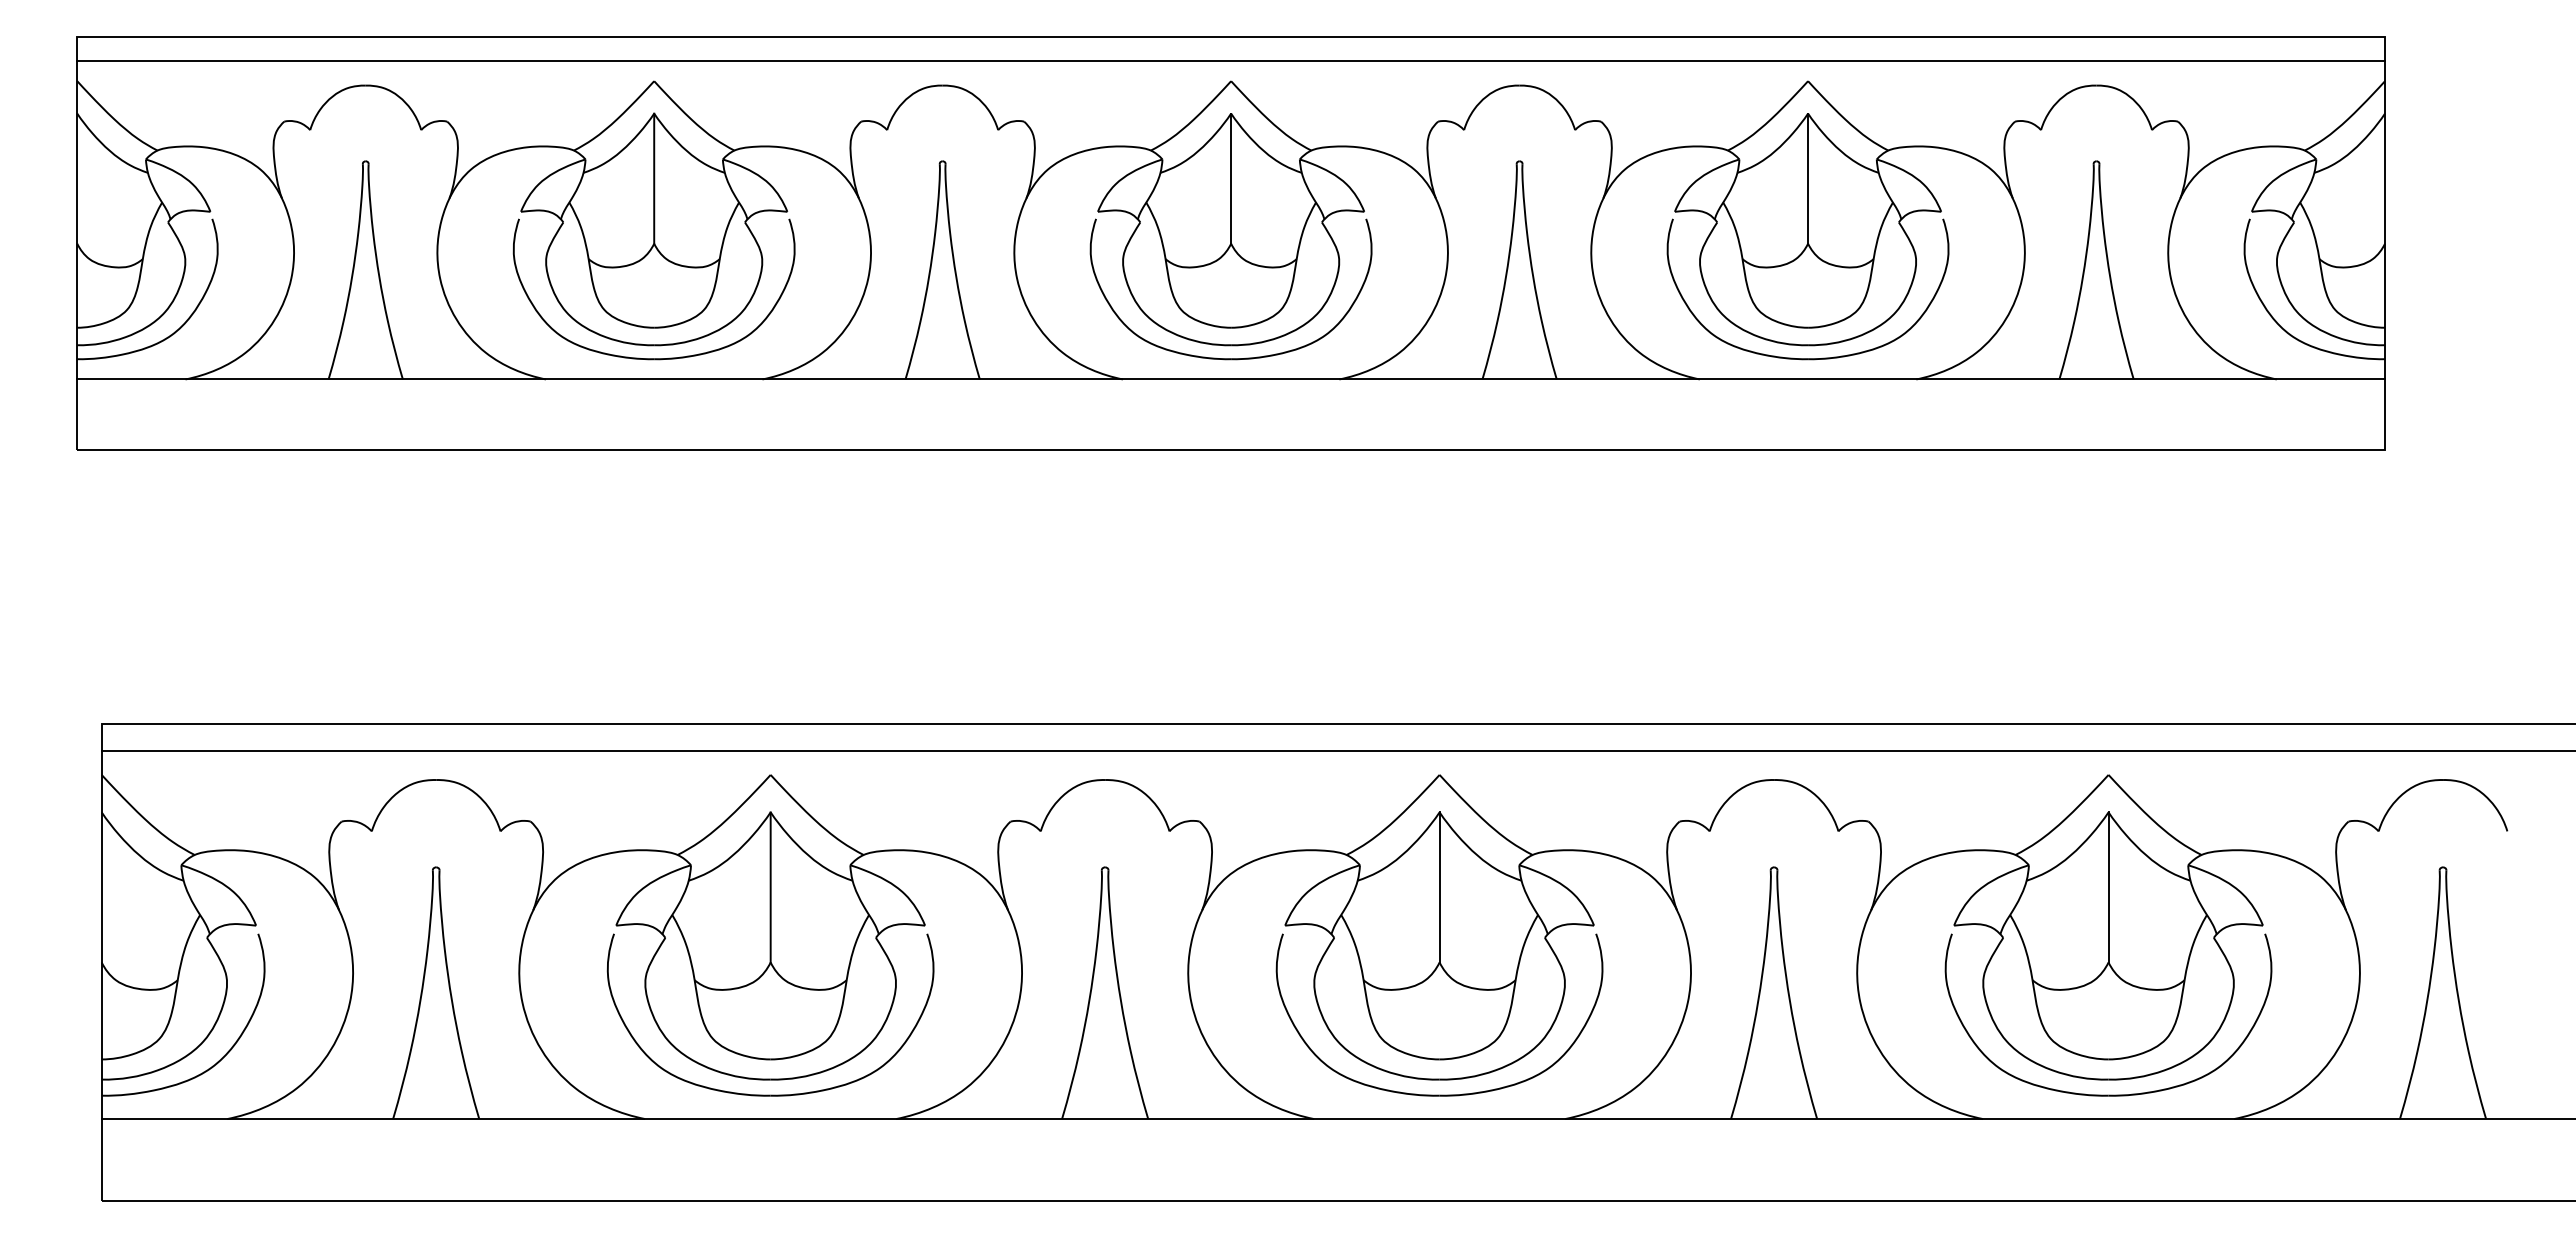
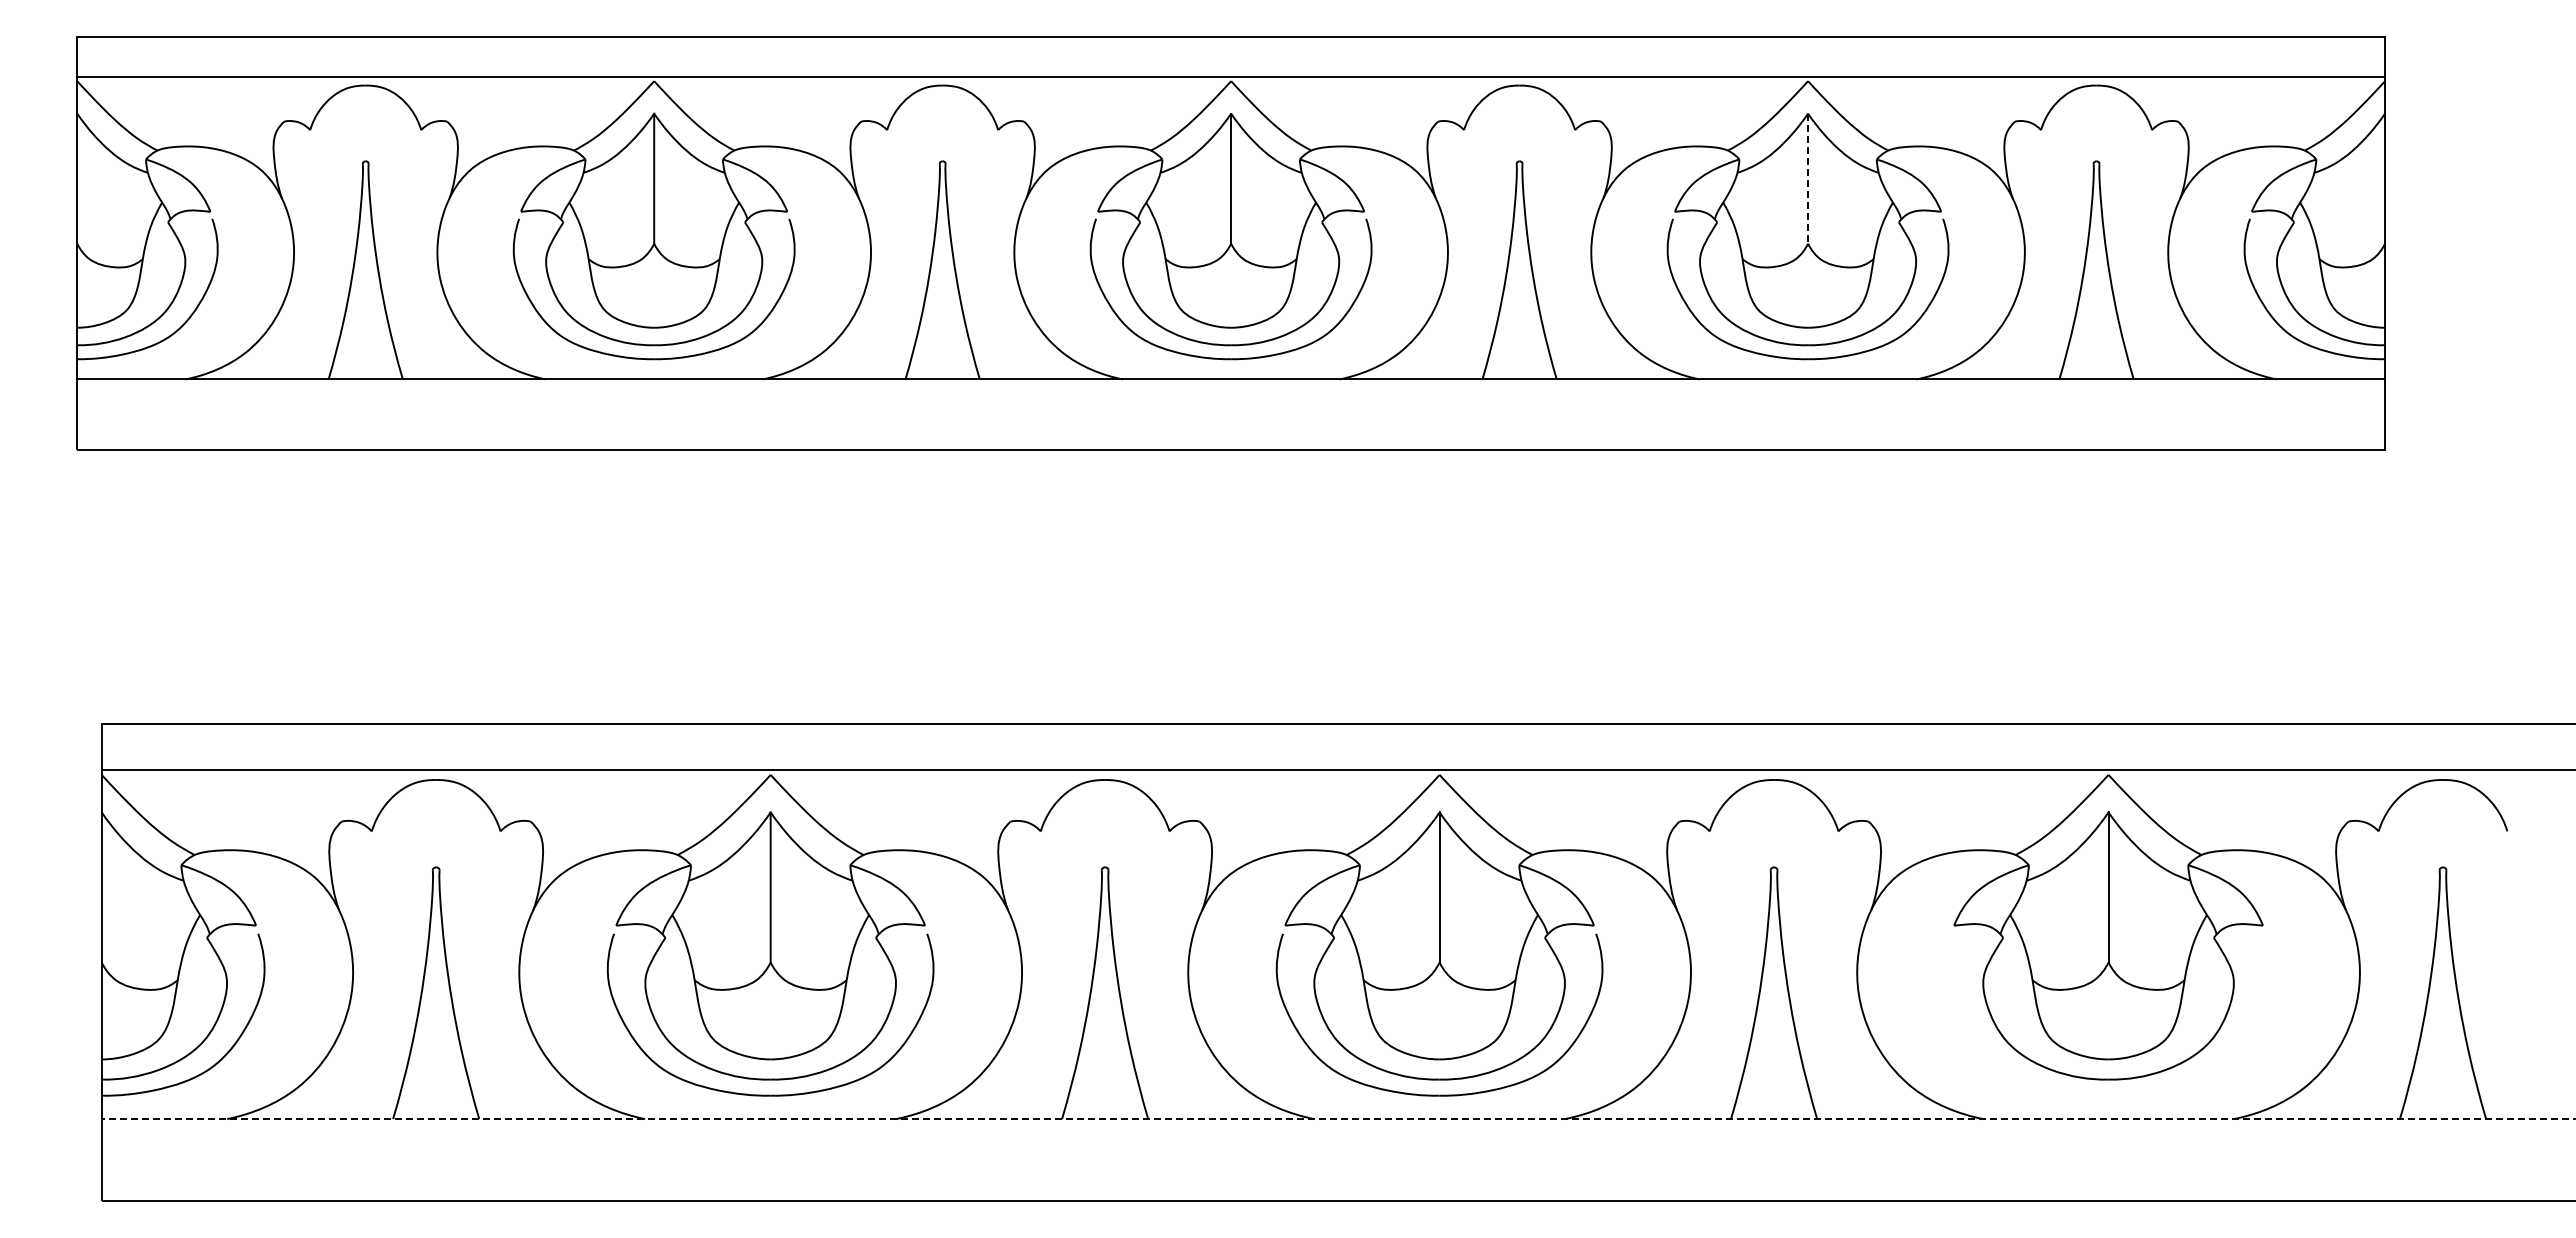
line at (1231, 60) position: (1231, 60) -> (1231, 76)
line at (1808, 179): solid -> dashed
line at (1336, 751) position: (1336, 751) -> (1336, 770)
part at (2108, 1094): present -> none
line at (1338, 1119): solid -> dashed
